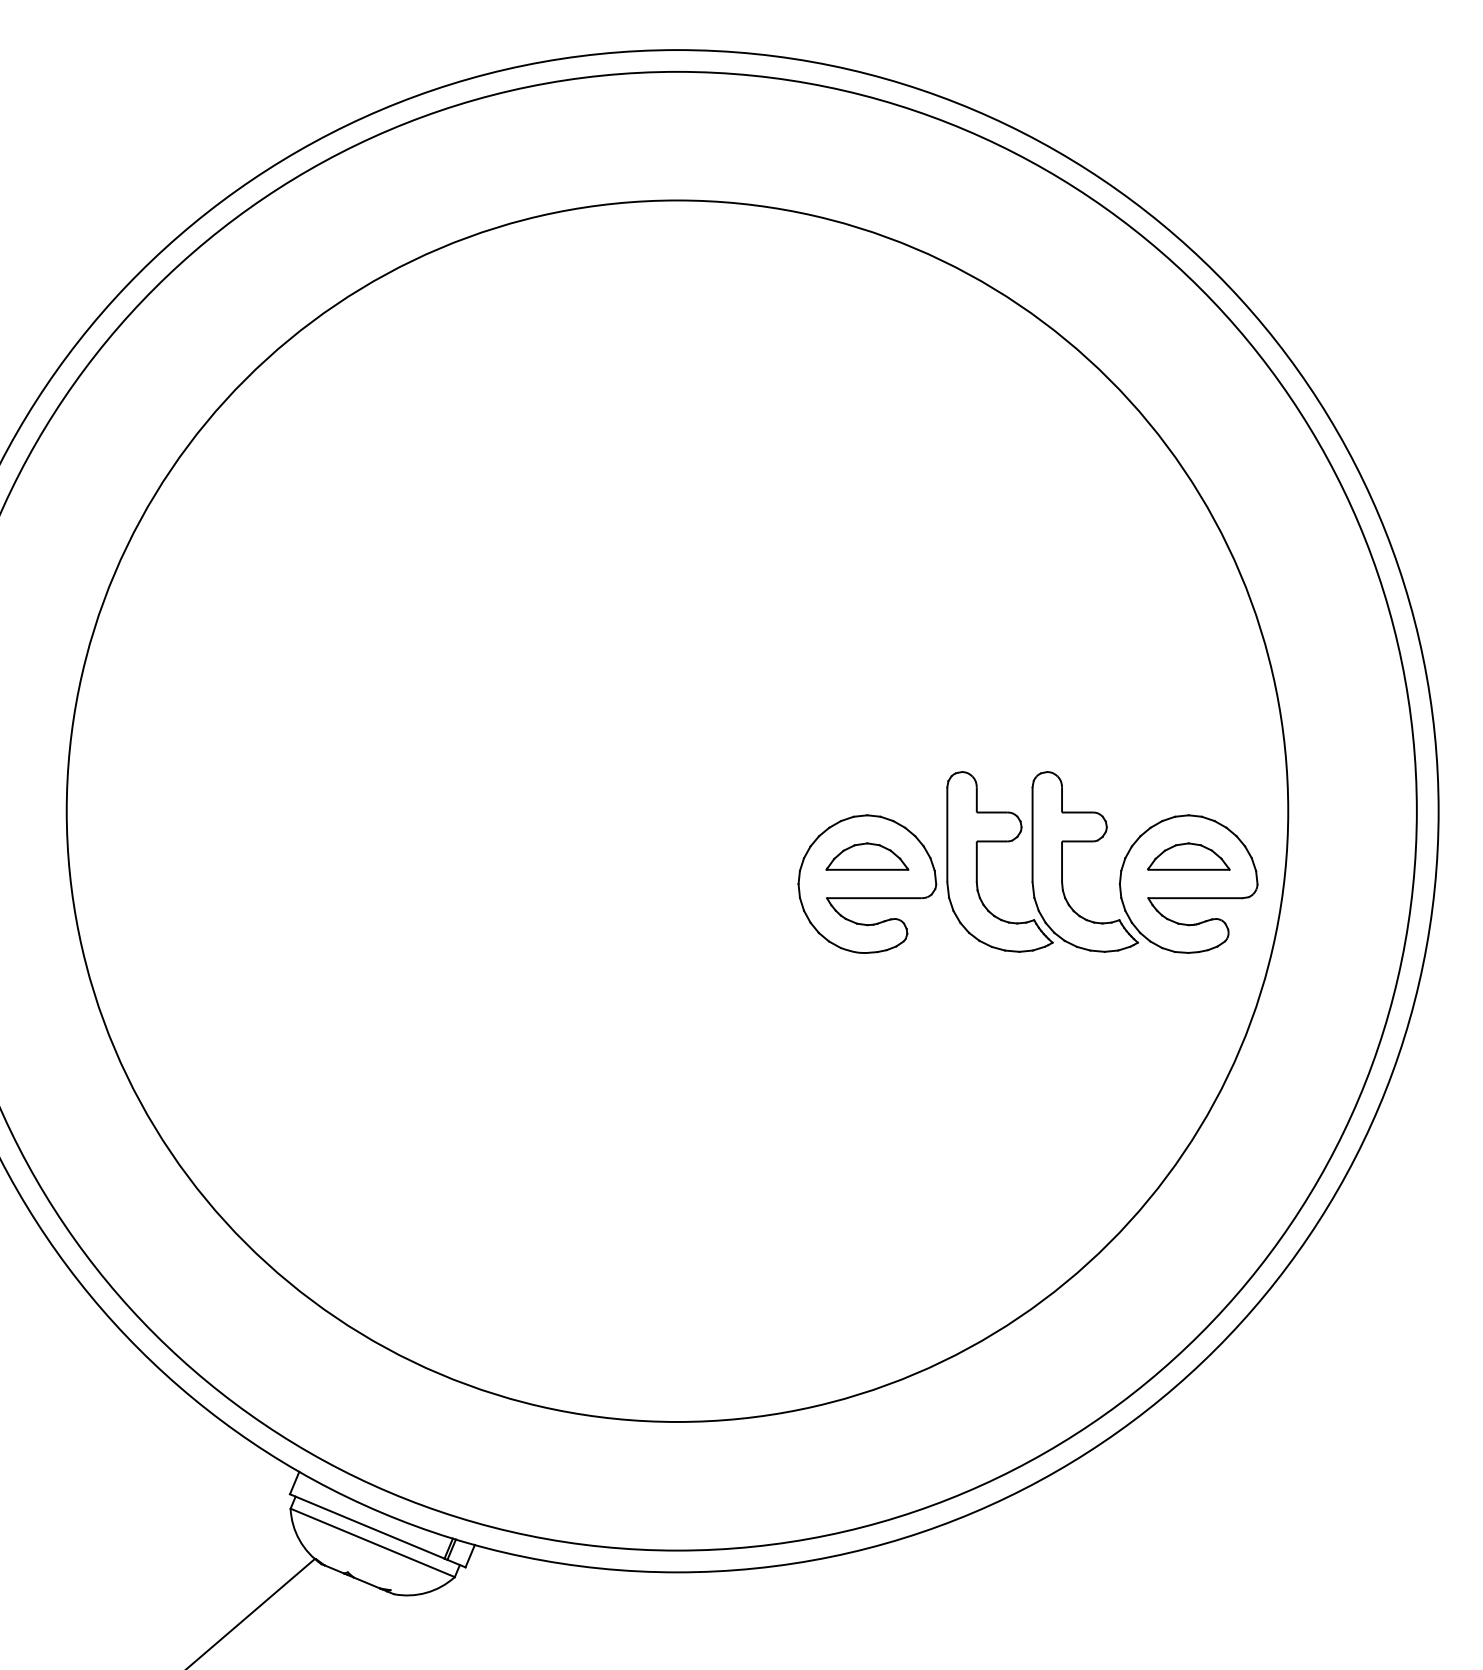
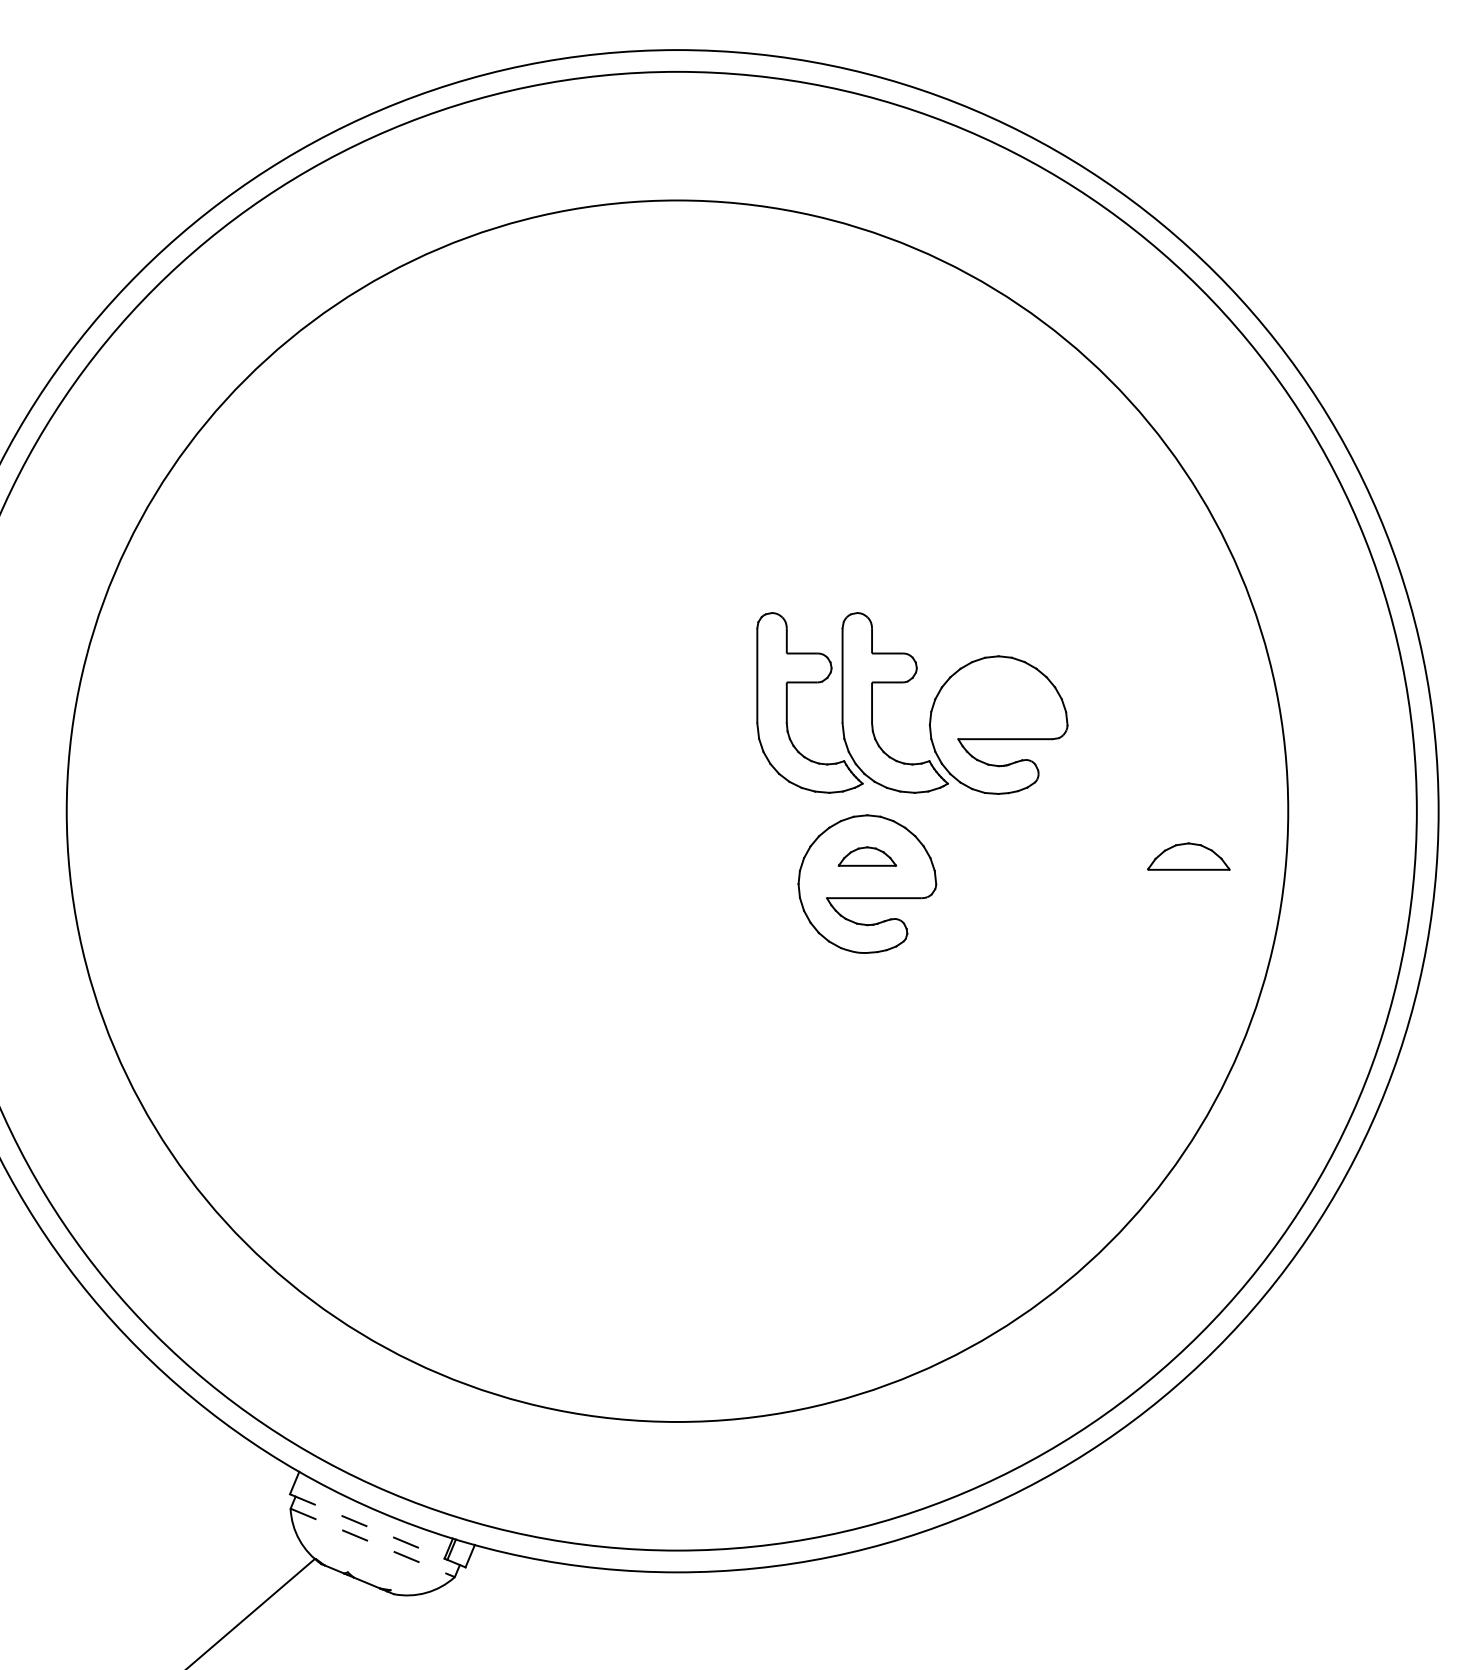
part at (867, 856) size: 85x29 px -> 60x21 px
part at (1120, 869) position: (1120, 869) -> (930, 710)
line at (367, 1526): solid -> dashed
line at (372, 1542): solid -> dashed
